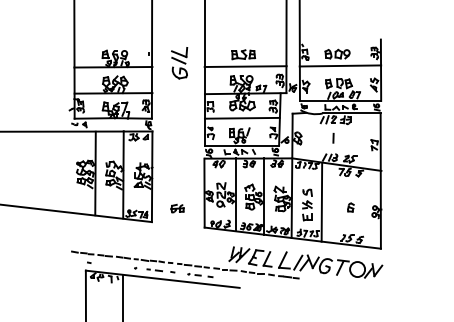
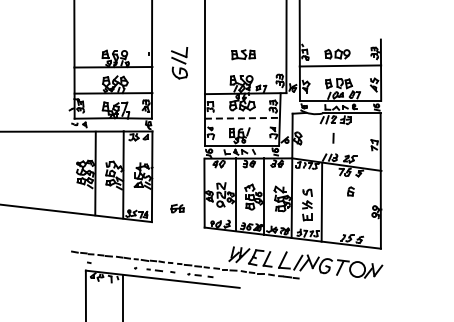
line at (245, 66): present -> none
line at (242, 118): solid -> dashed
part at (350, 207) position: (350, 207) -> (350, 191)
